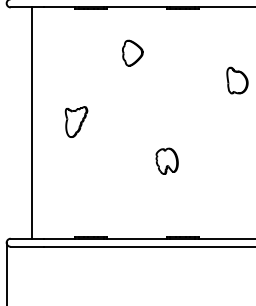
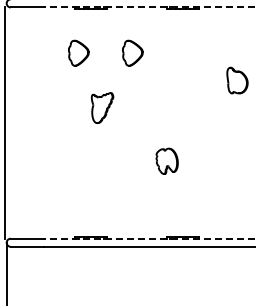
line at (149, 7): solid -> dashed
part at (78, 52): none -> present
part at (76, 121) position: (76, 121) -> (102, 107)
line at (32, 122) position: (32, 122) -> (5, 122)
line at (149, 238): solid -> dashed
